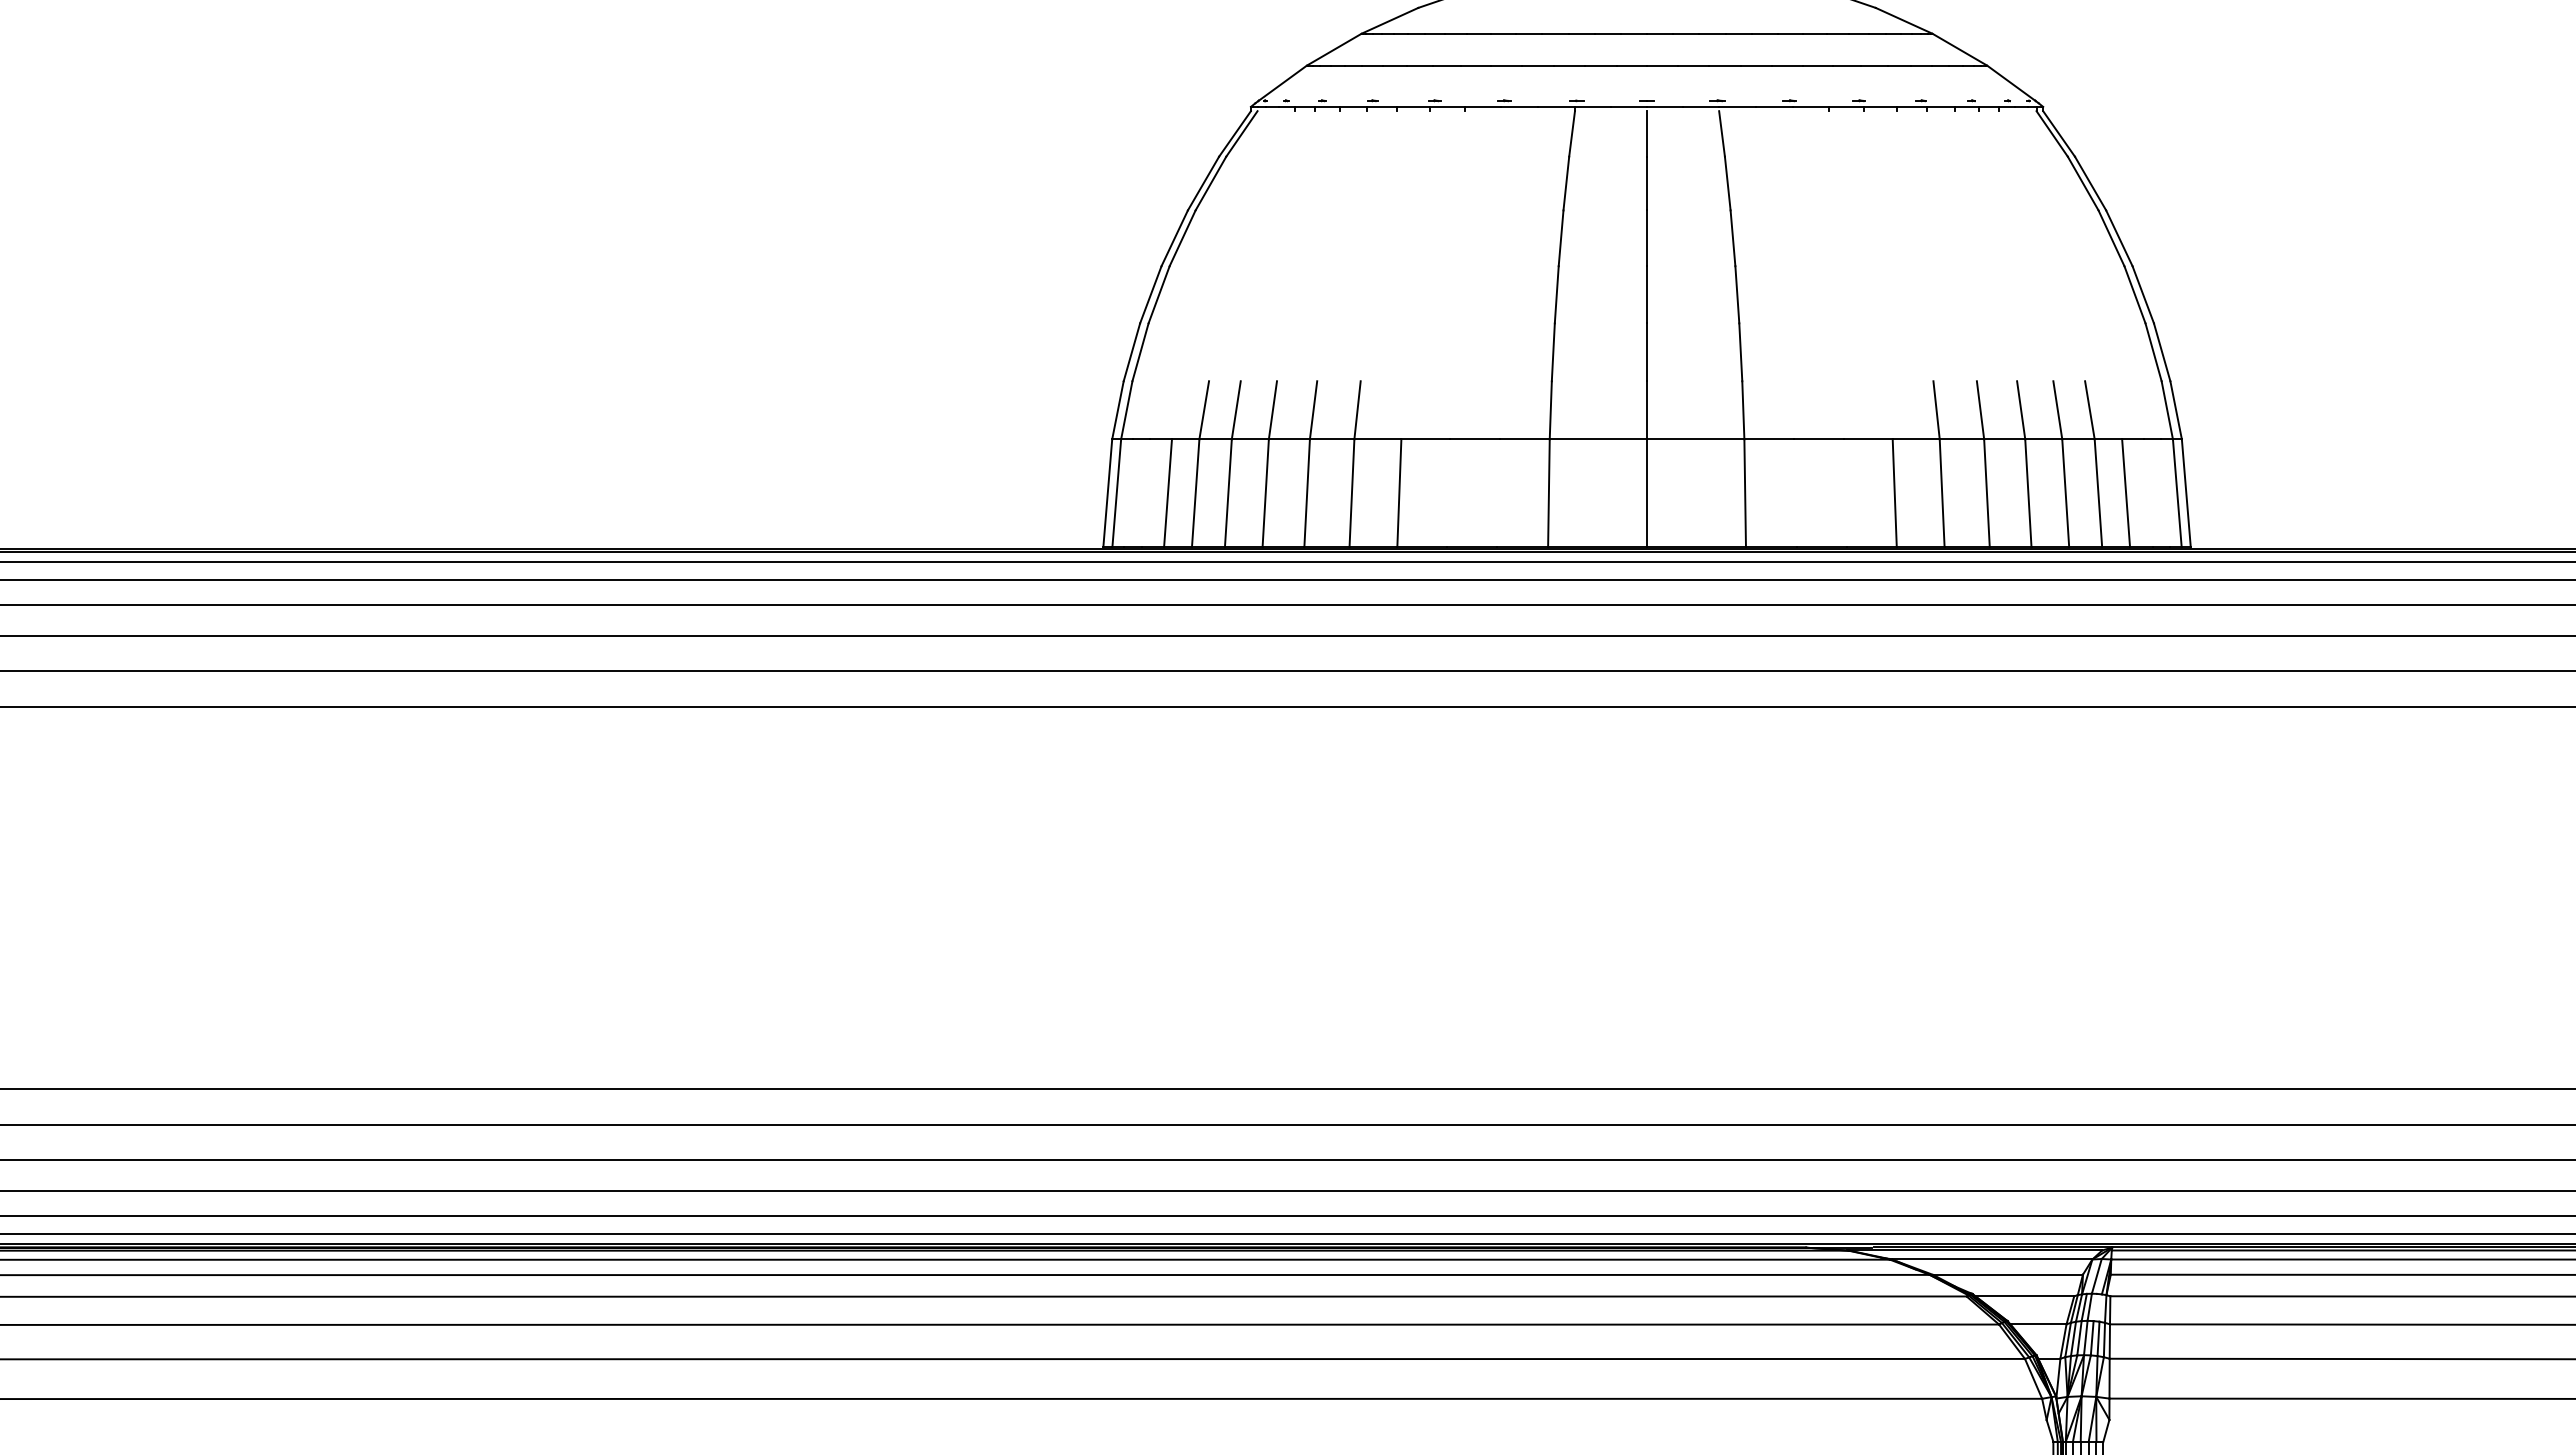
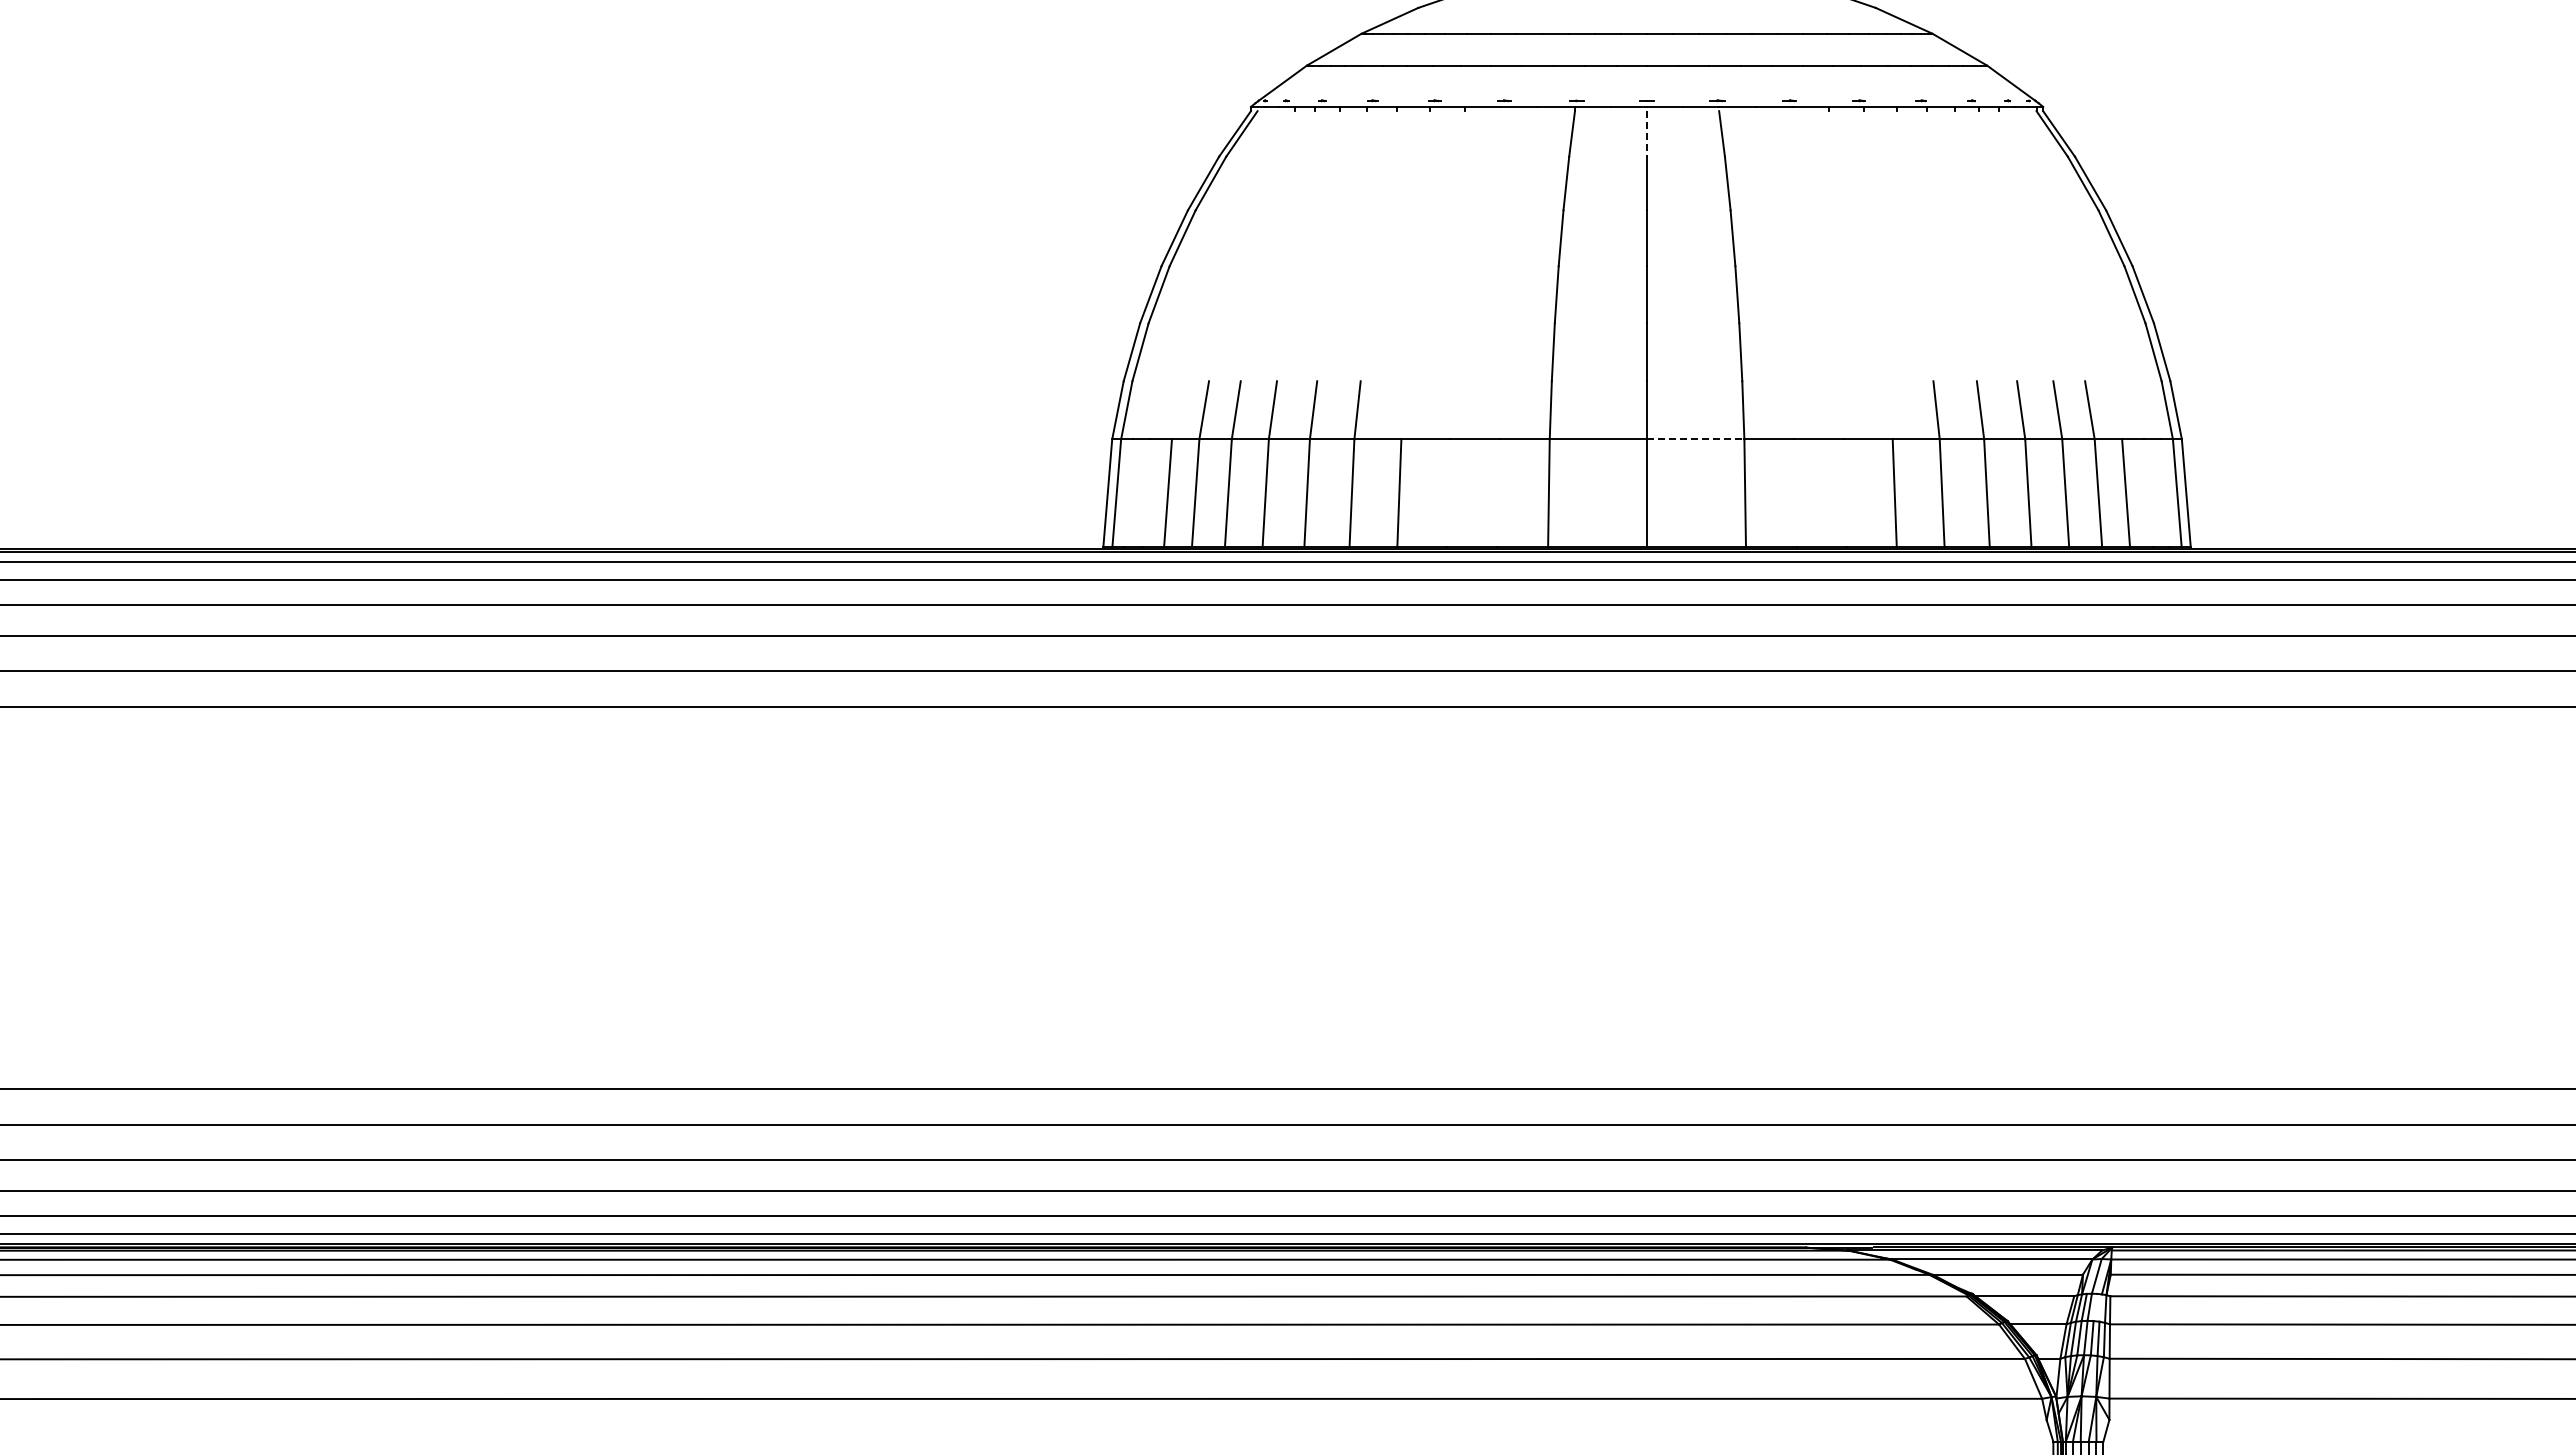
line at (1647, 133): solid -> dashed
line at (1695, 439): solid -> dashed
